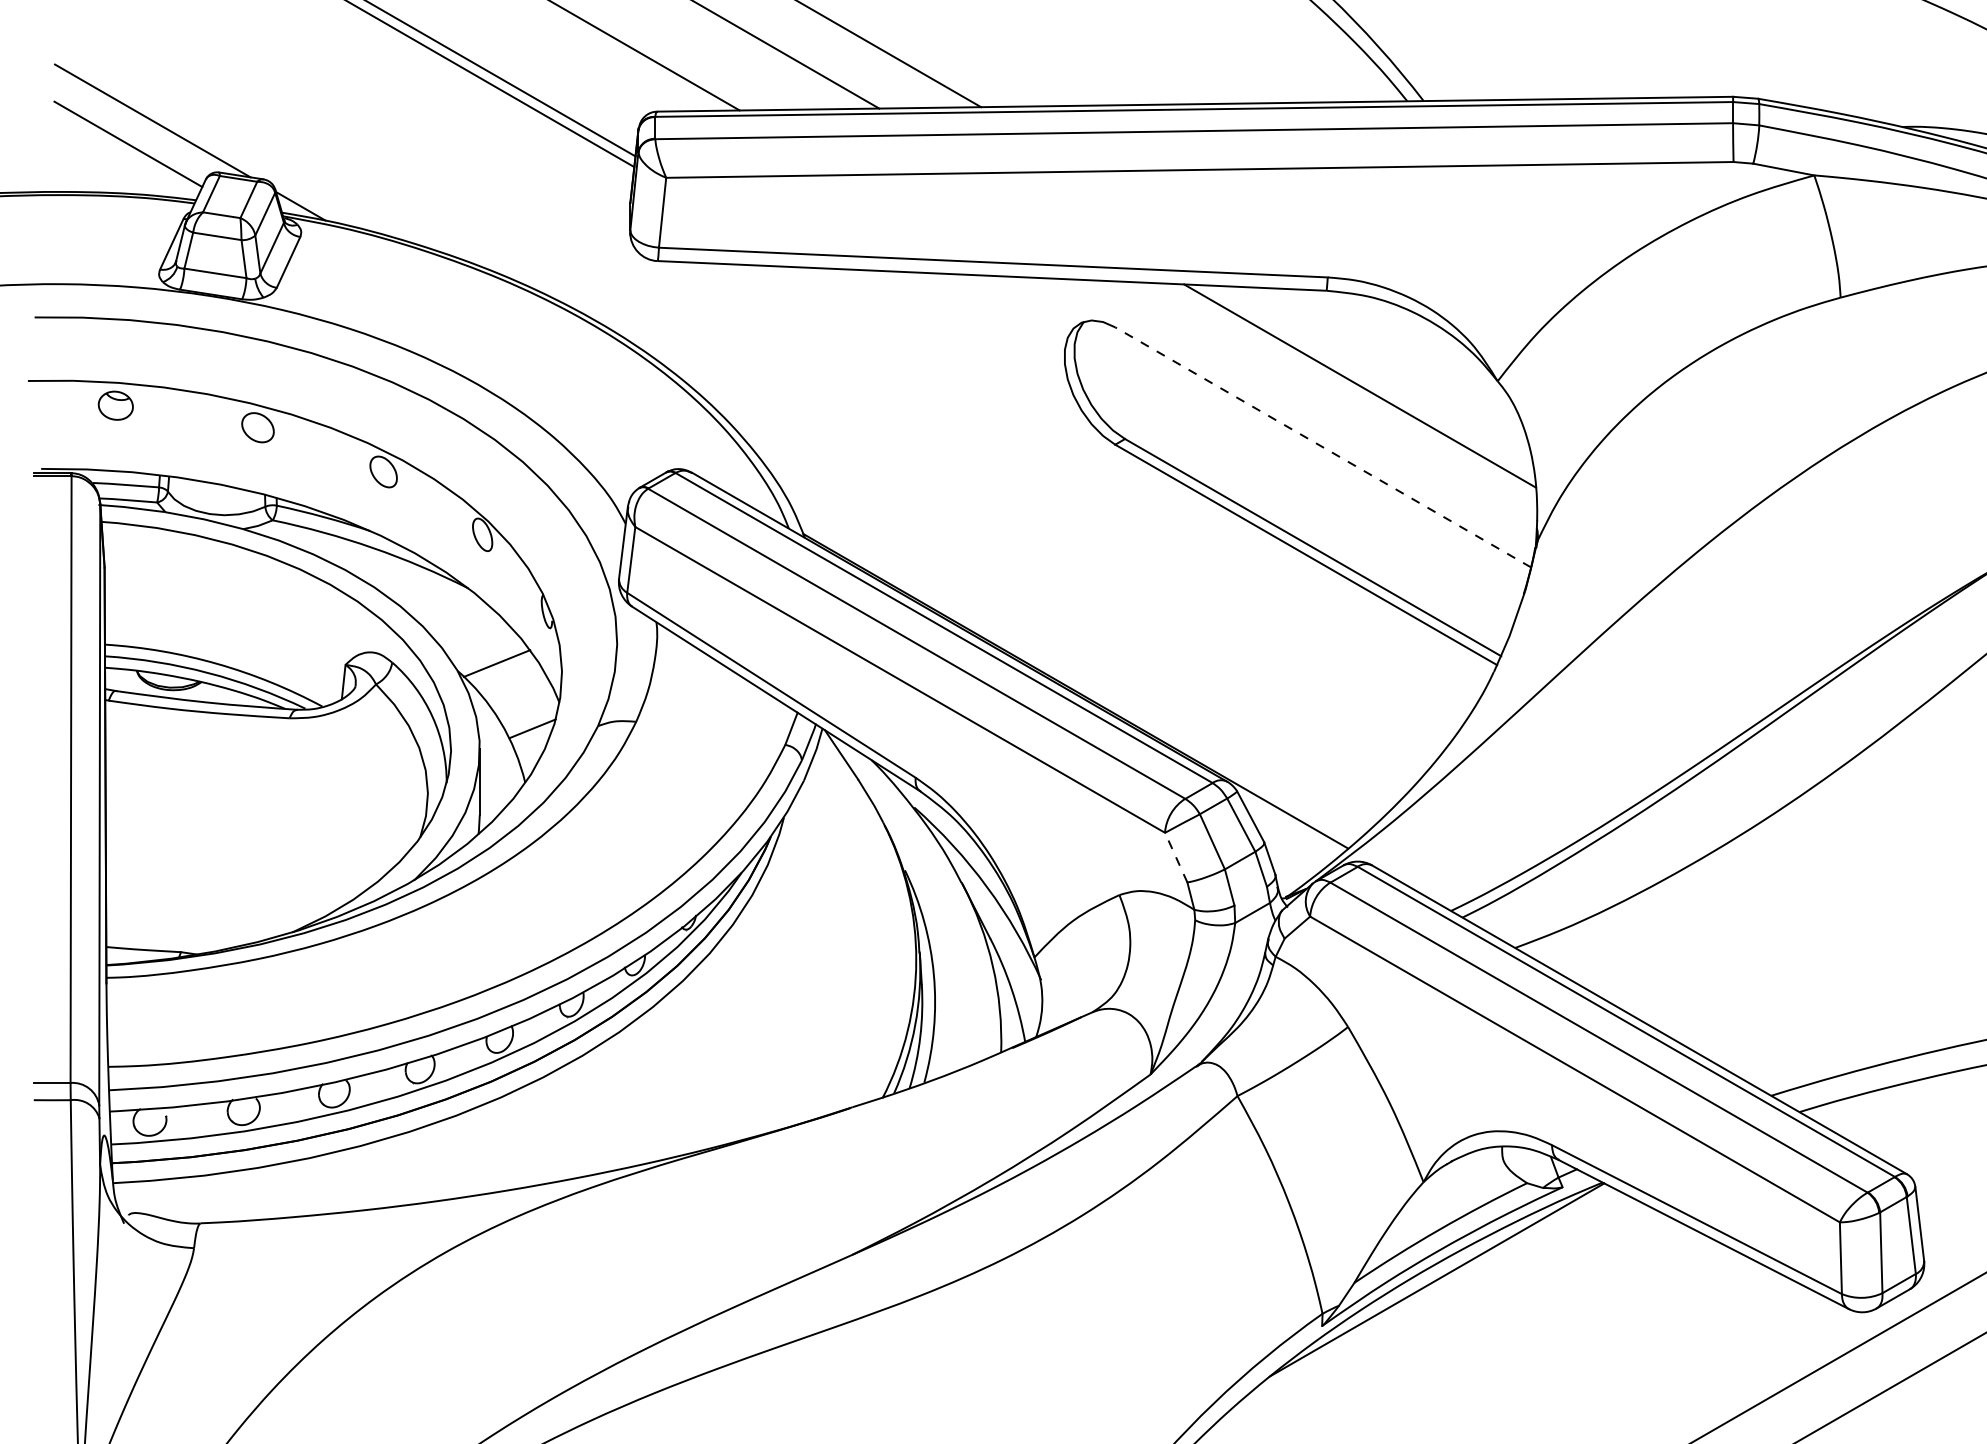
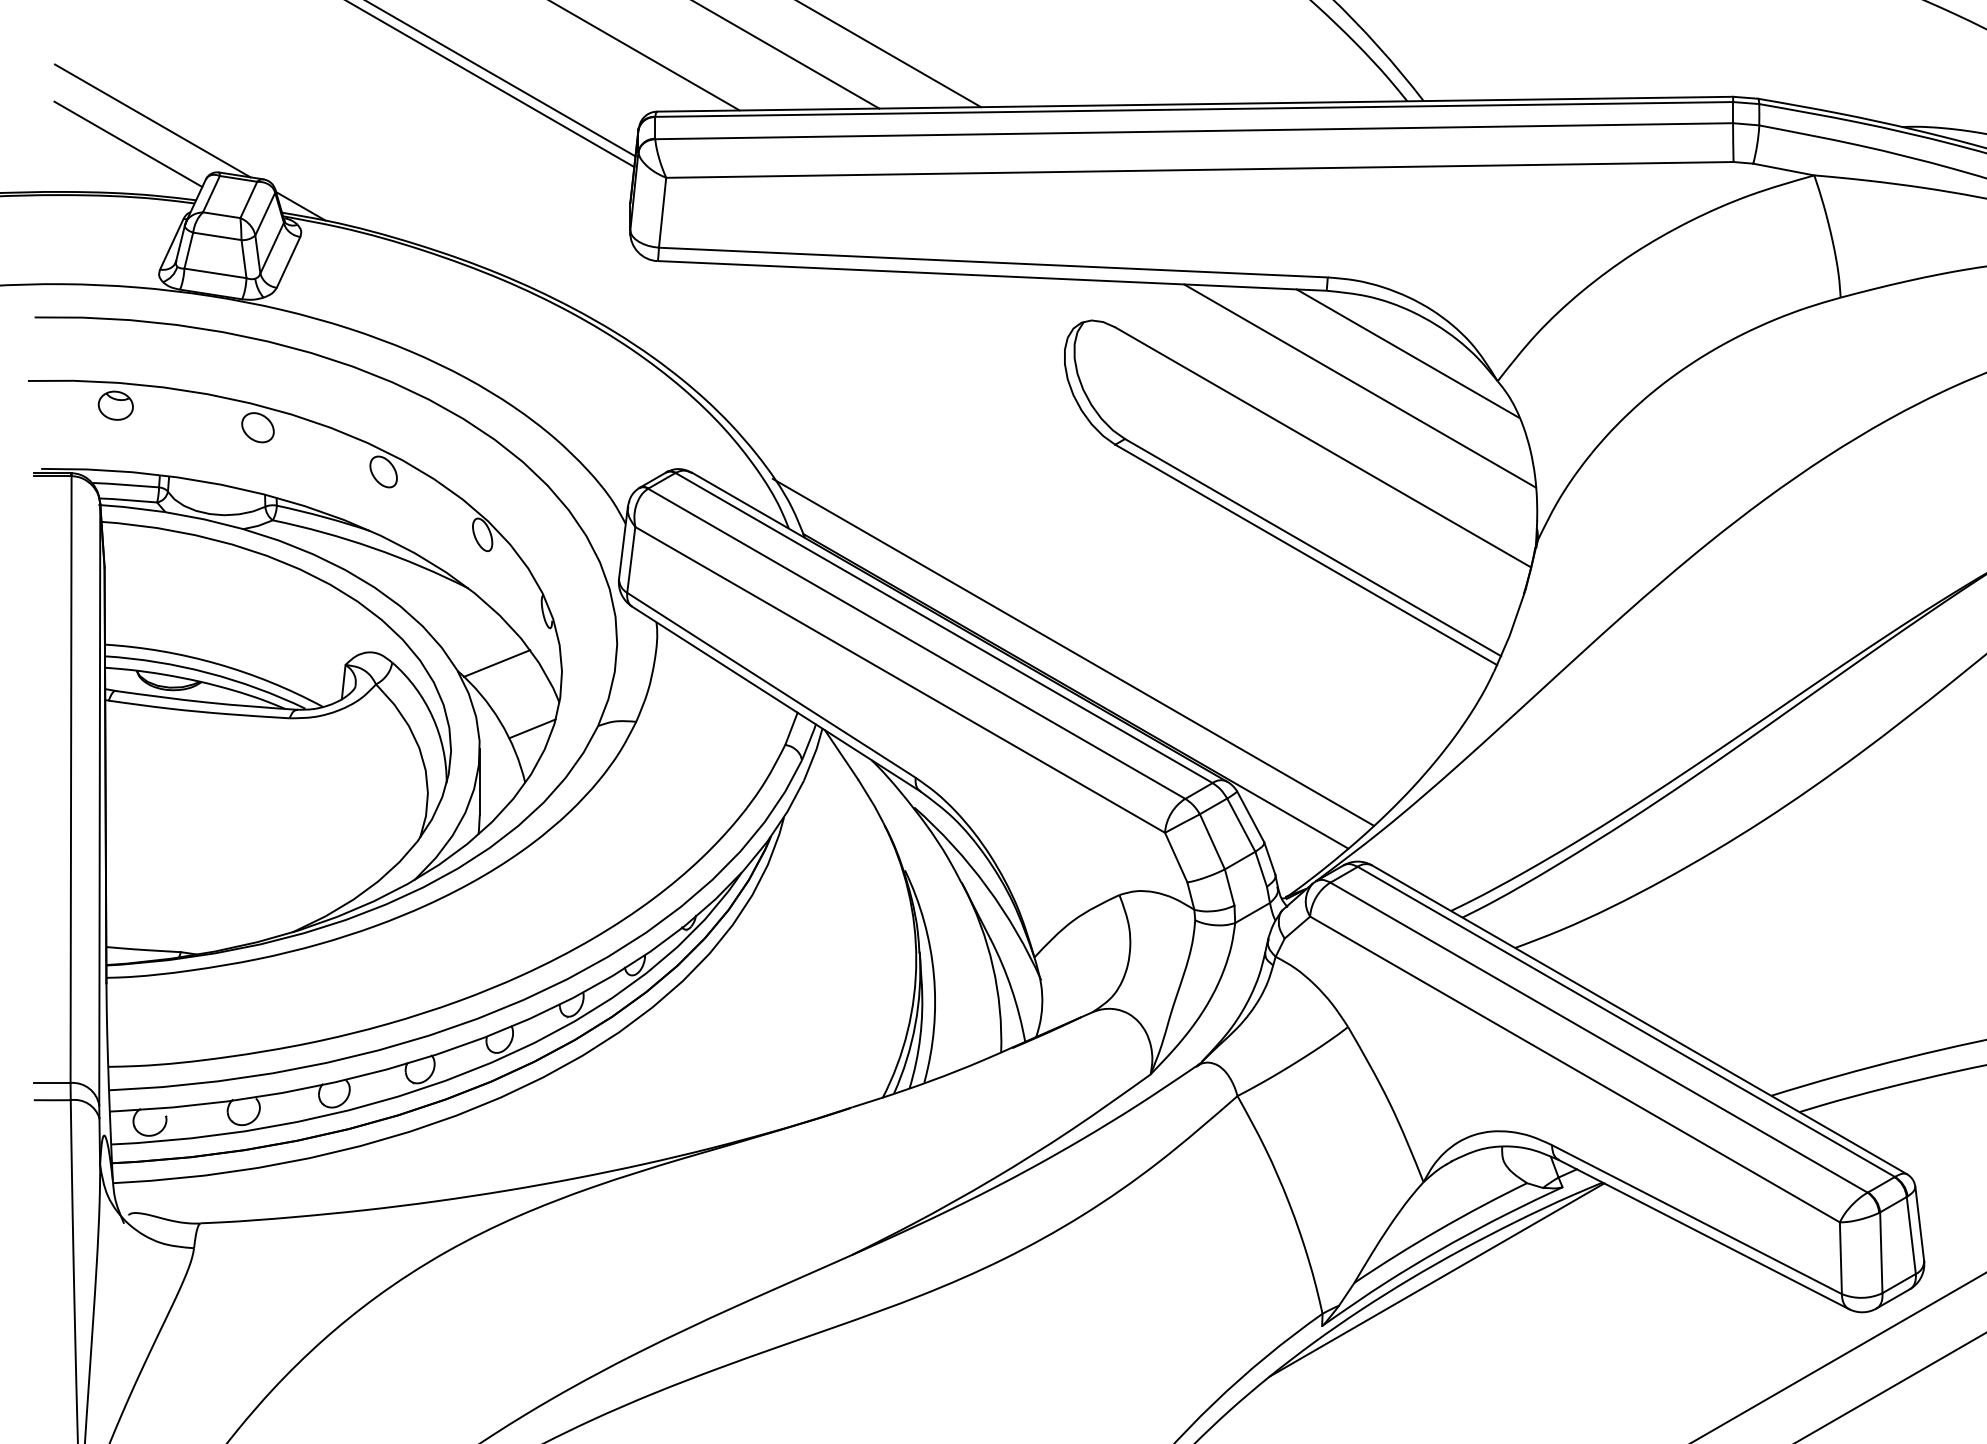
line at (1407, 353): none -> present
line at (1322, 447): dashed -> solid
line at (1073, 651): none -> present
line at (1176, 857): dashed -> solid
